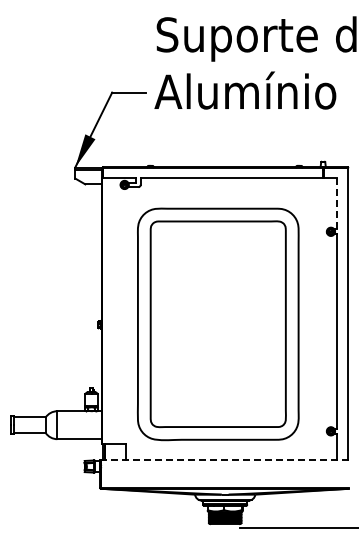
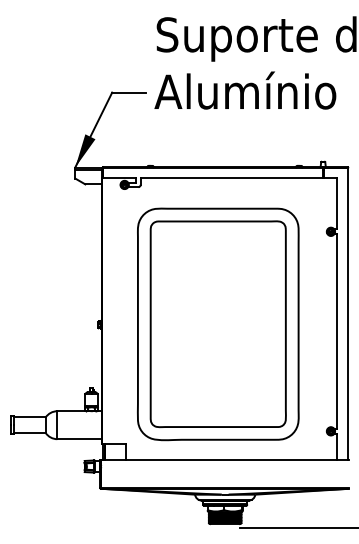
line at (337, 203): dashed -> solid
line at (224, 459): dashed -> solid
